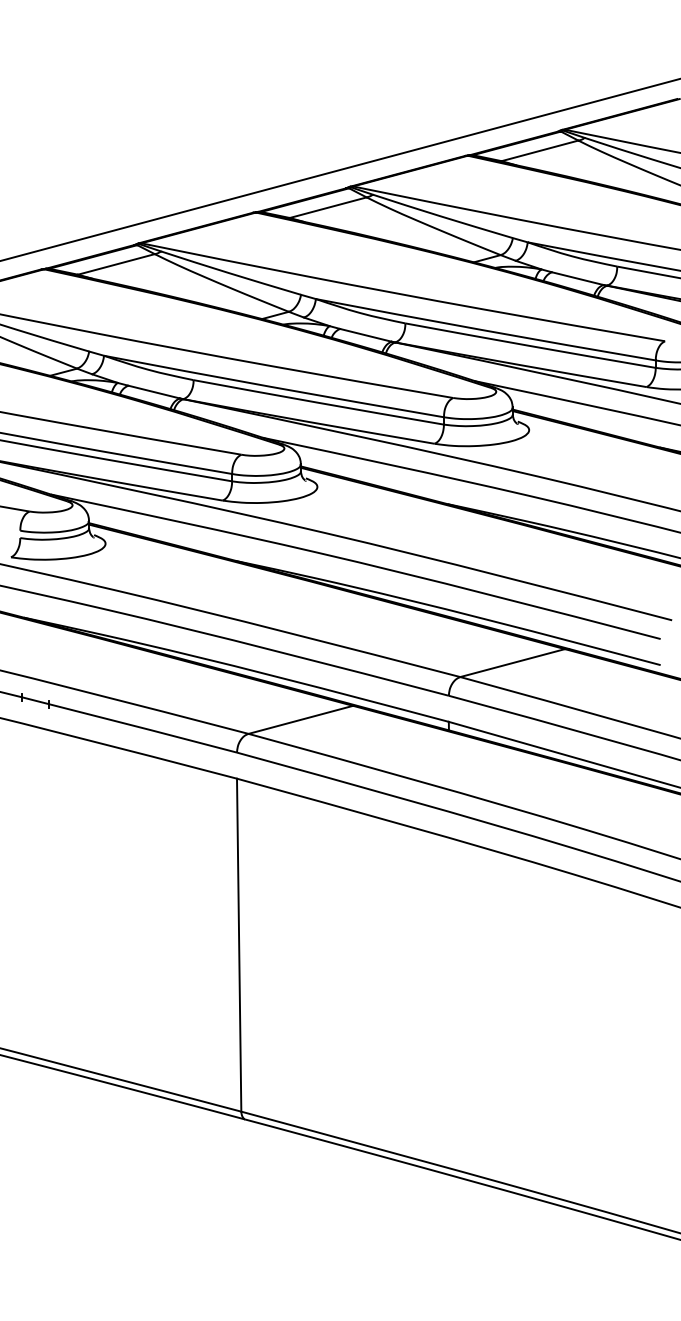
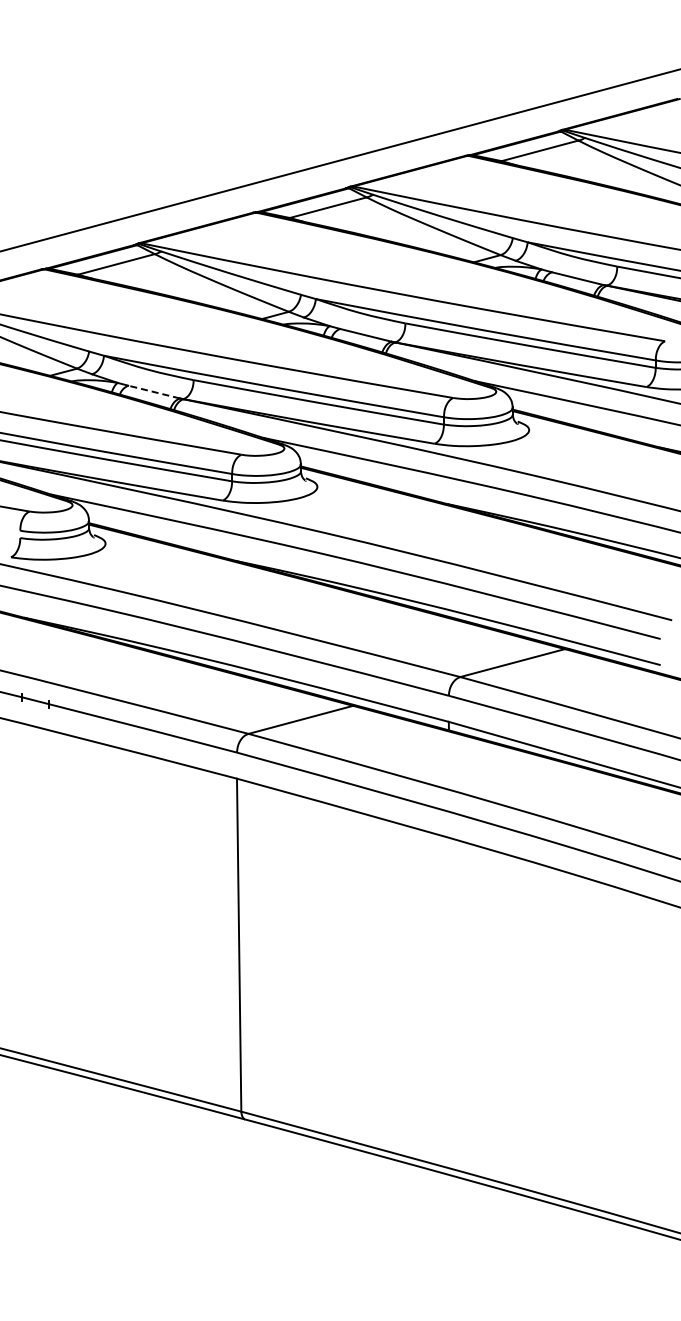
line at (339, 169) position: (339, 169) -> (339, 160)
line at (154, 392): solid -> dashed
